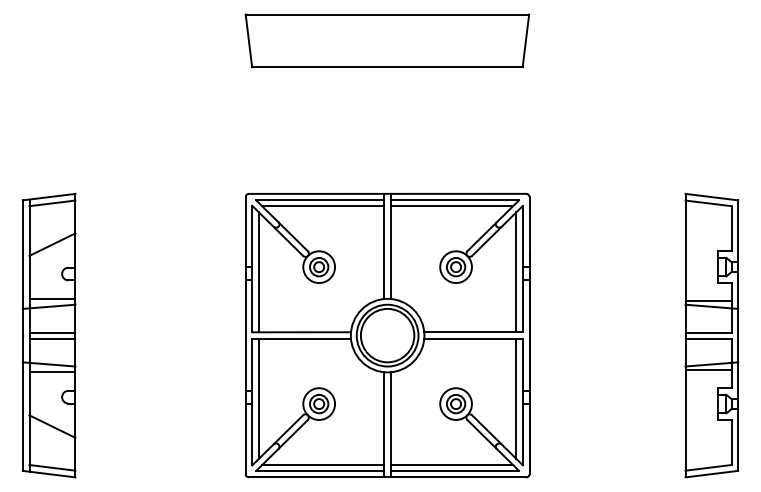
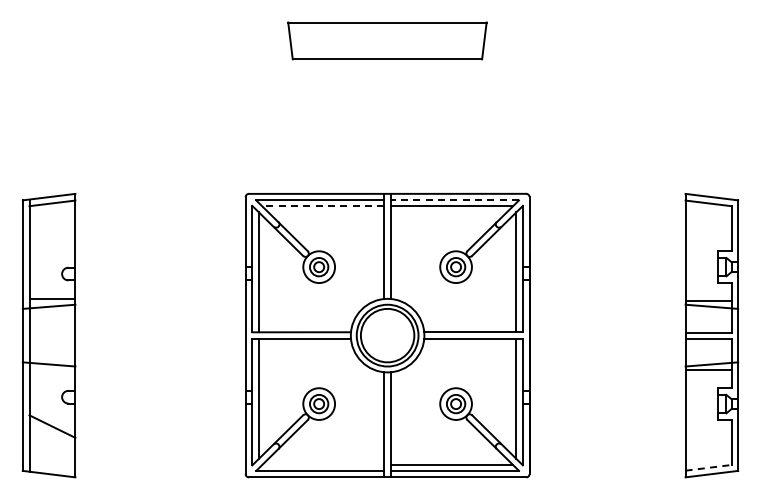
part at (387, 40) size: 287x56 px -> 201x40 px
line at (454, 200): solid -> dashed
line at (322, 206): solid -> dashed
line at (52, 244): present -> none
line at (52, 332): present -> none
line at (52, 339): present -> none
line at (52, 372): present -> none
line at (323, 464): present -> none
line at (52, 467): present -> none
line at (709, 467): solid -> dashed
